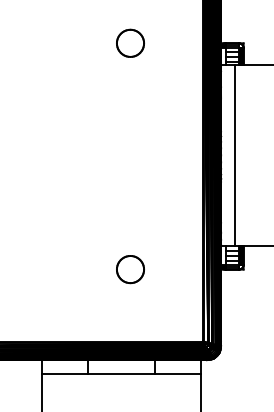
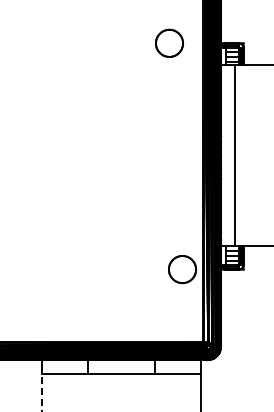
part at (130, 42) position: (130, 42) -> (169, 42)
part at (130, 269) position: (130, 269) -> (182, 269)
line at (42, 392): solid -> dashed
